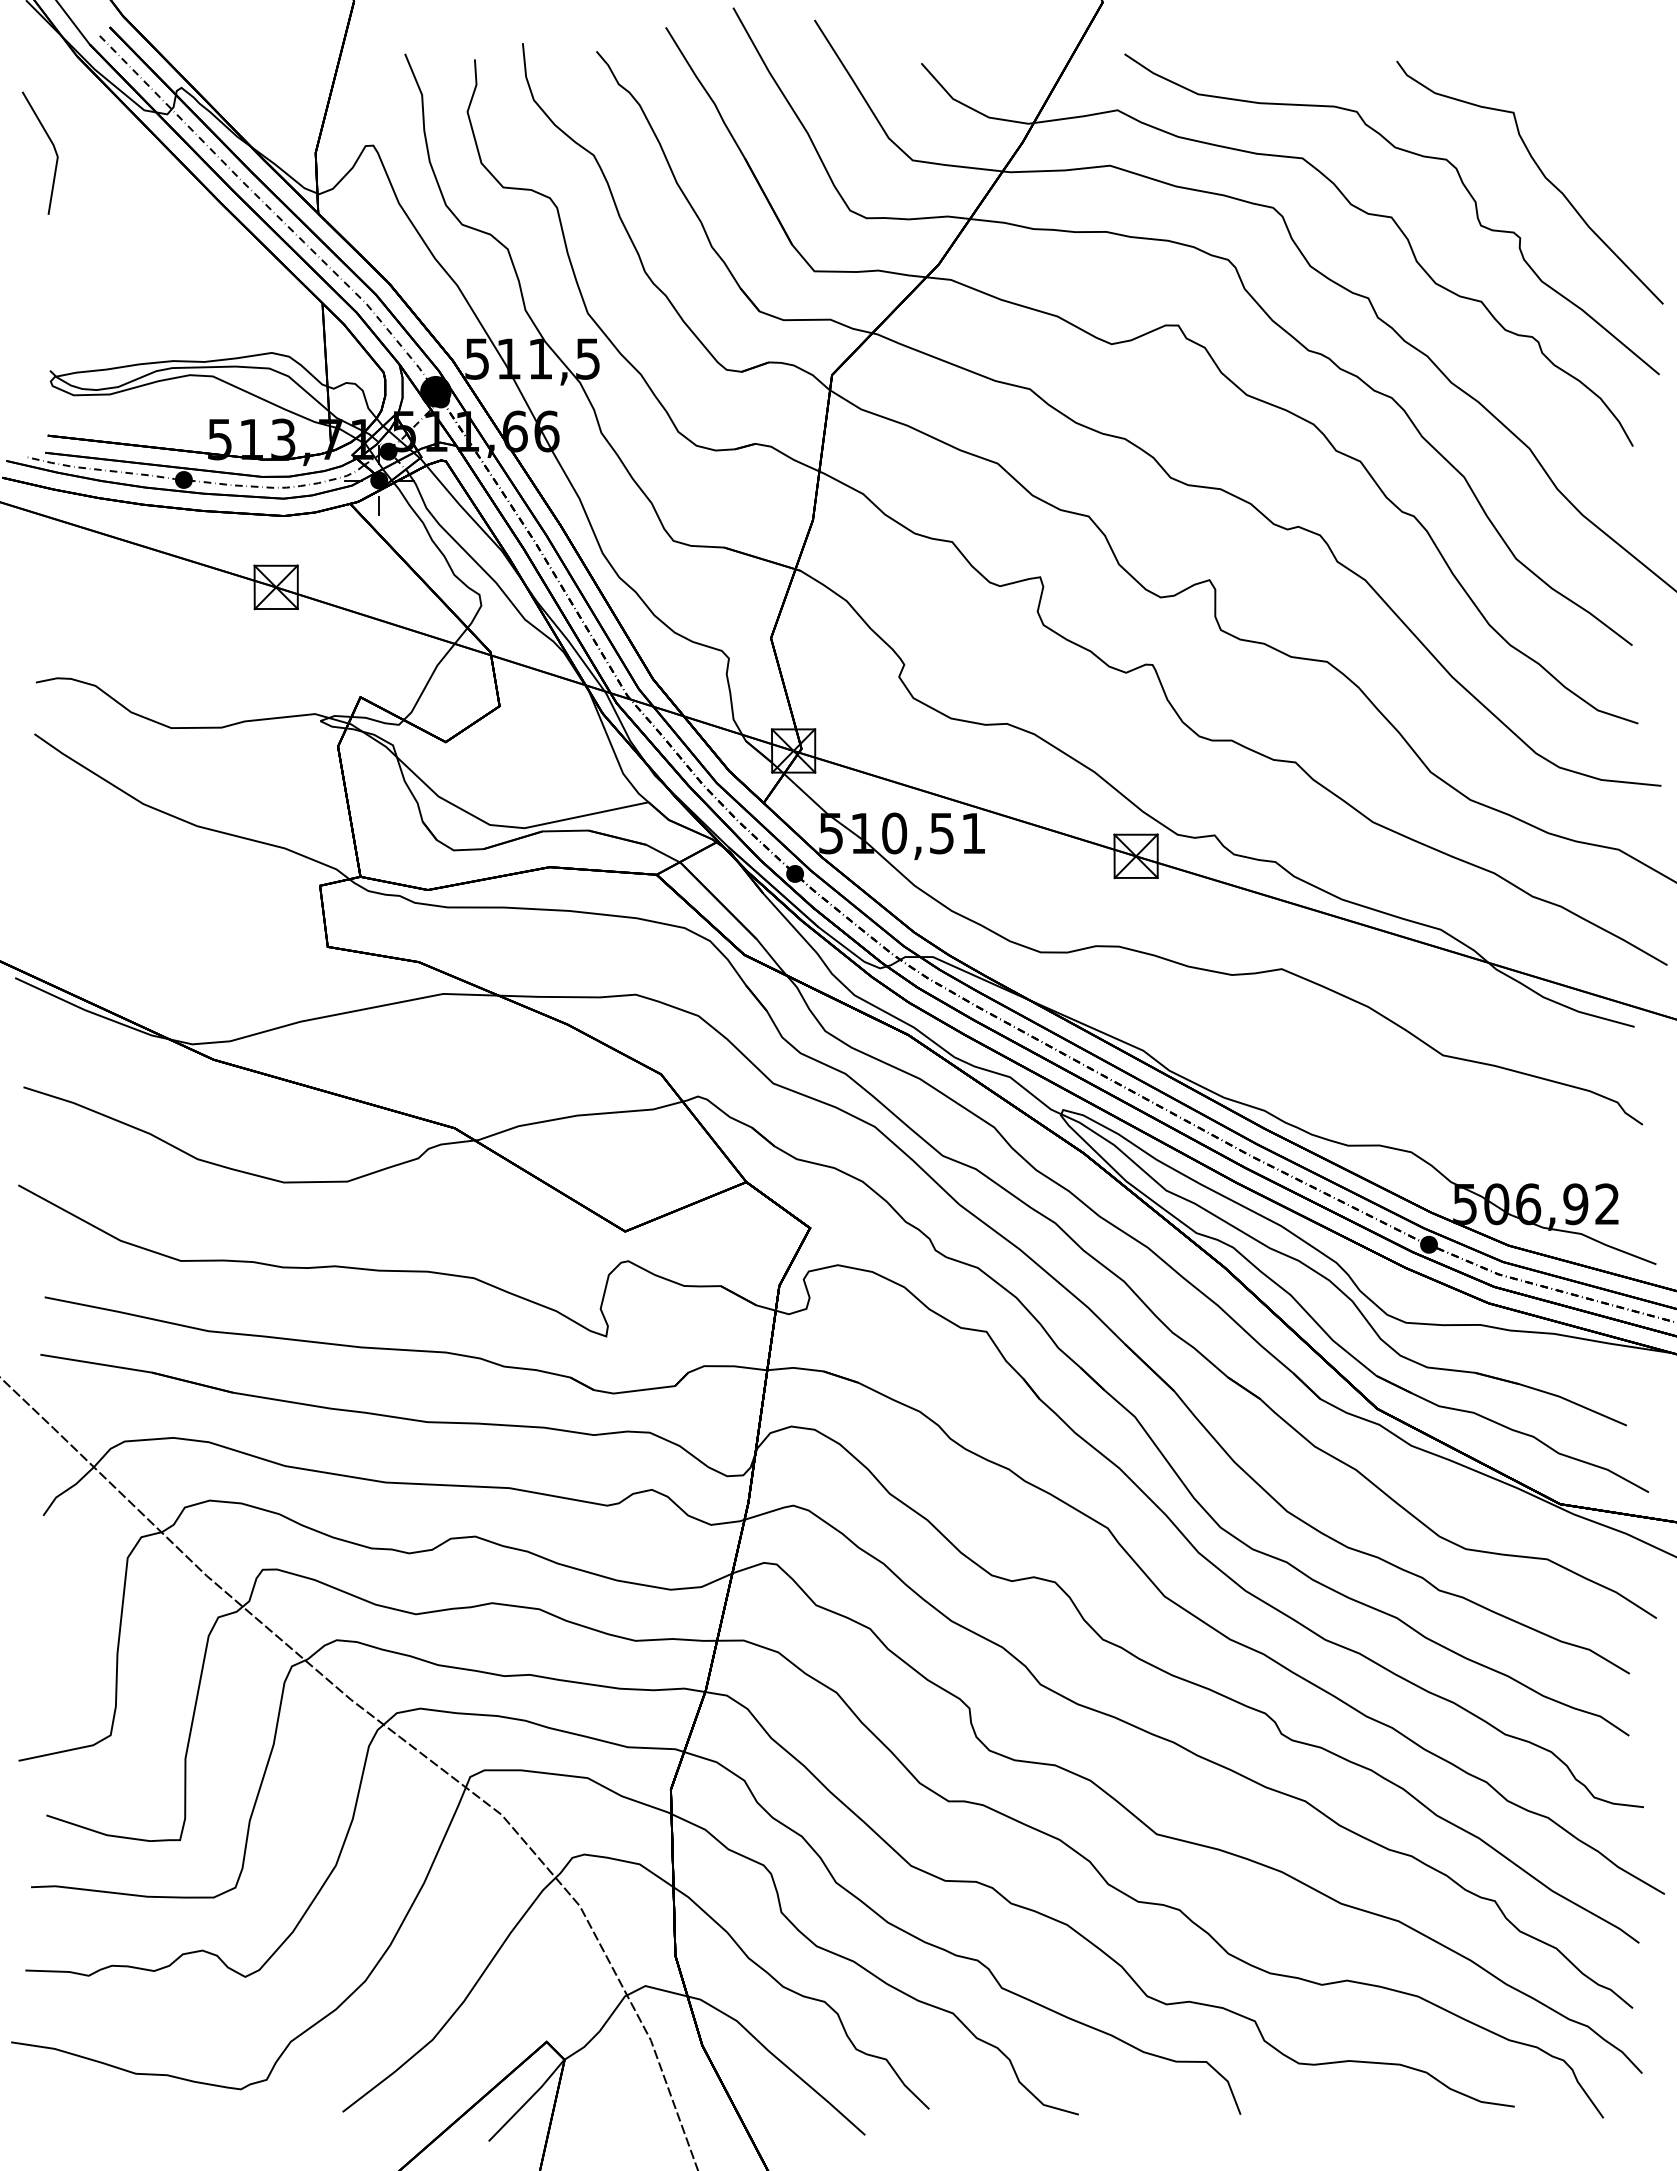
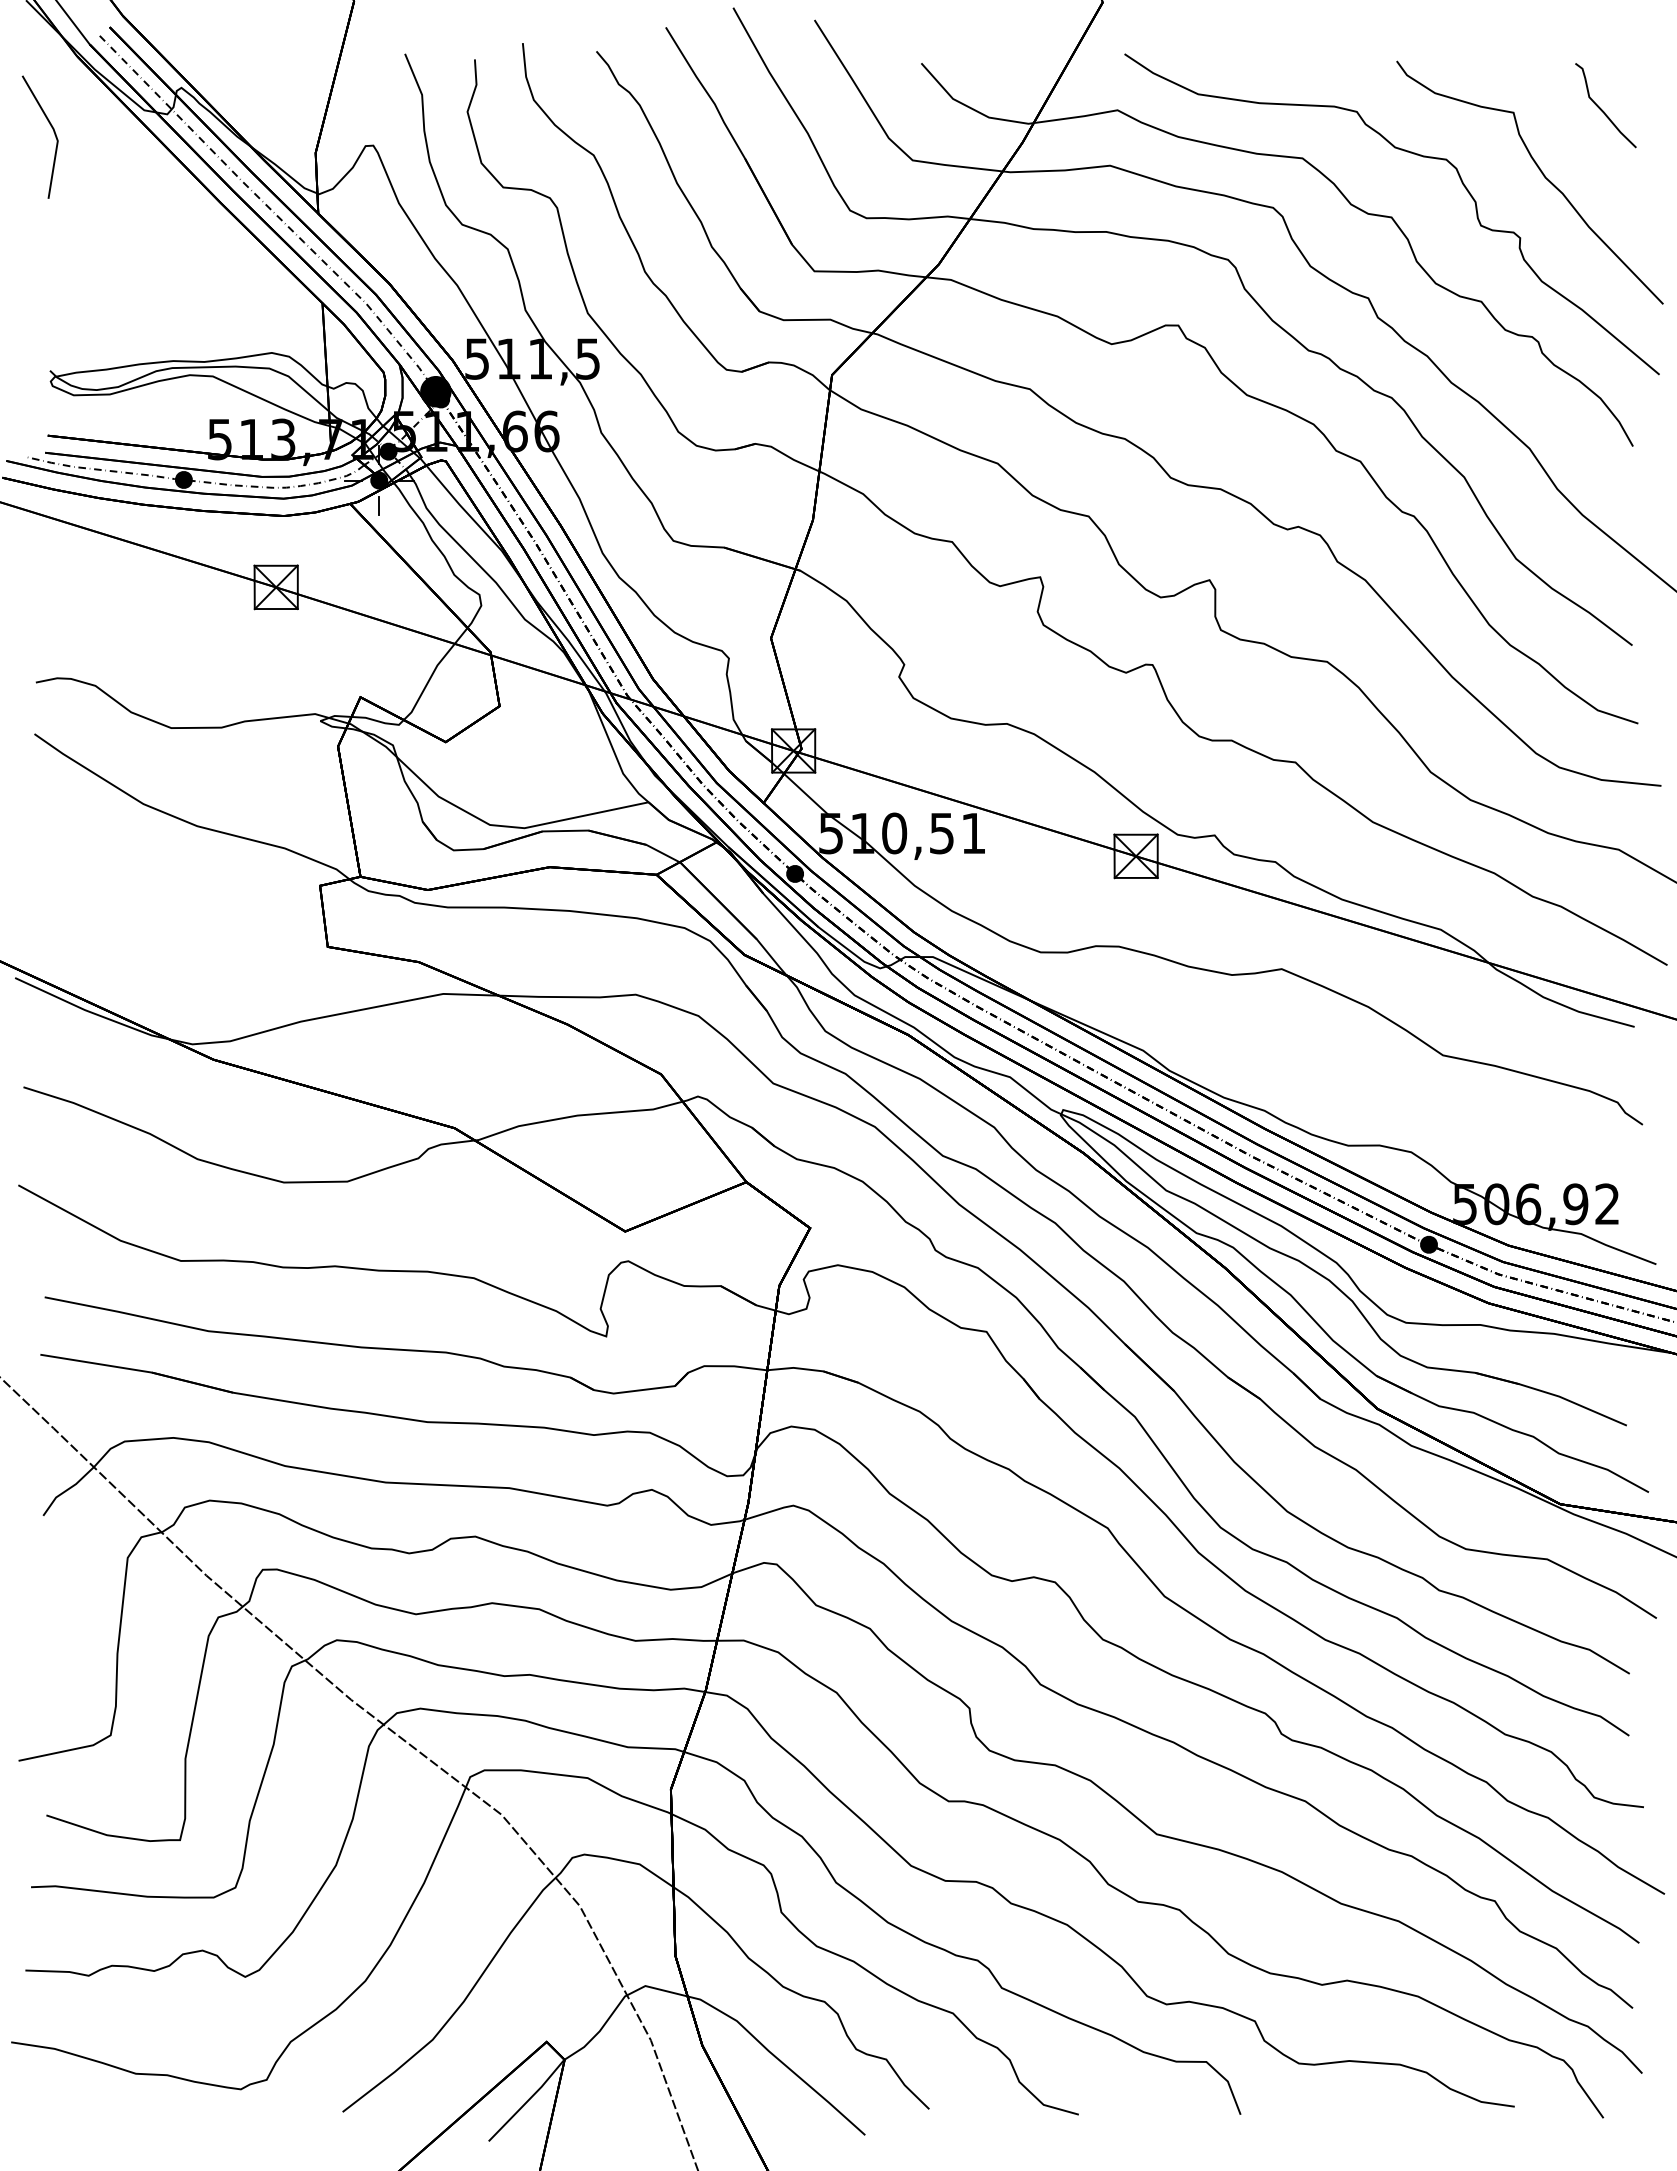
curve at (1601, 108): none -> present
line at (53, 148) position: (53, 148) -> (53, 132)
